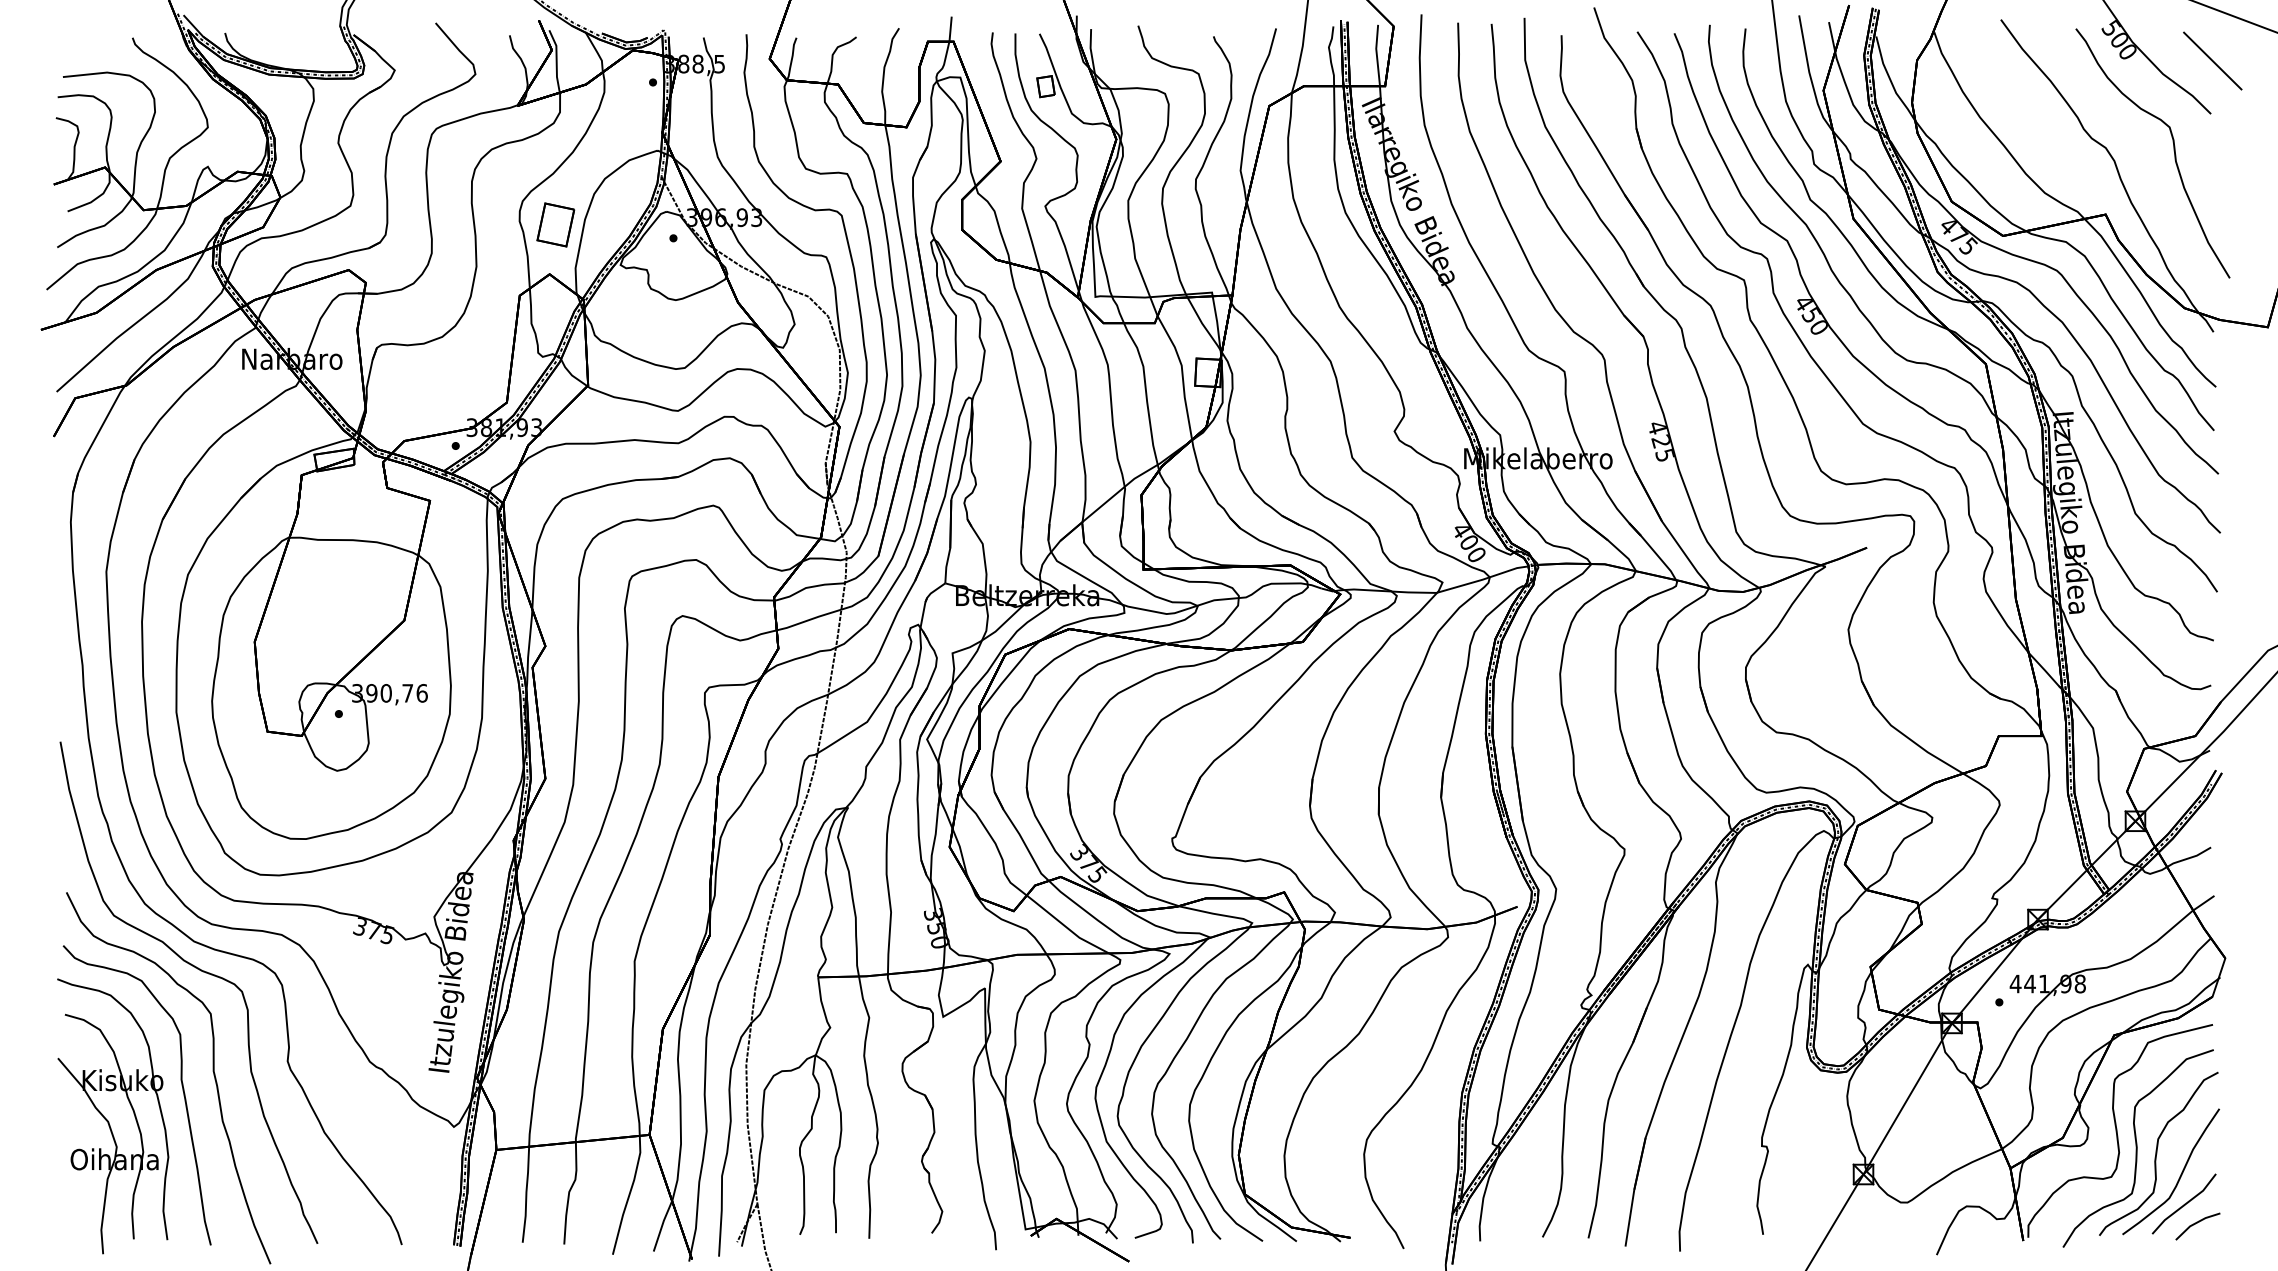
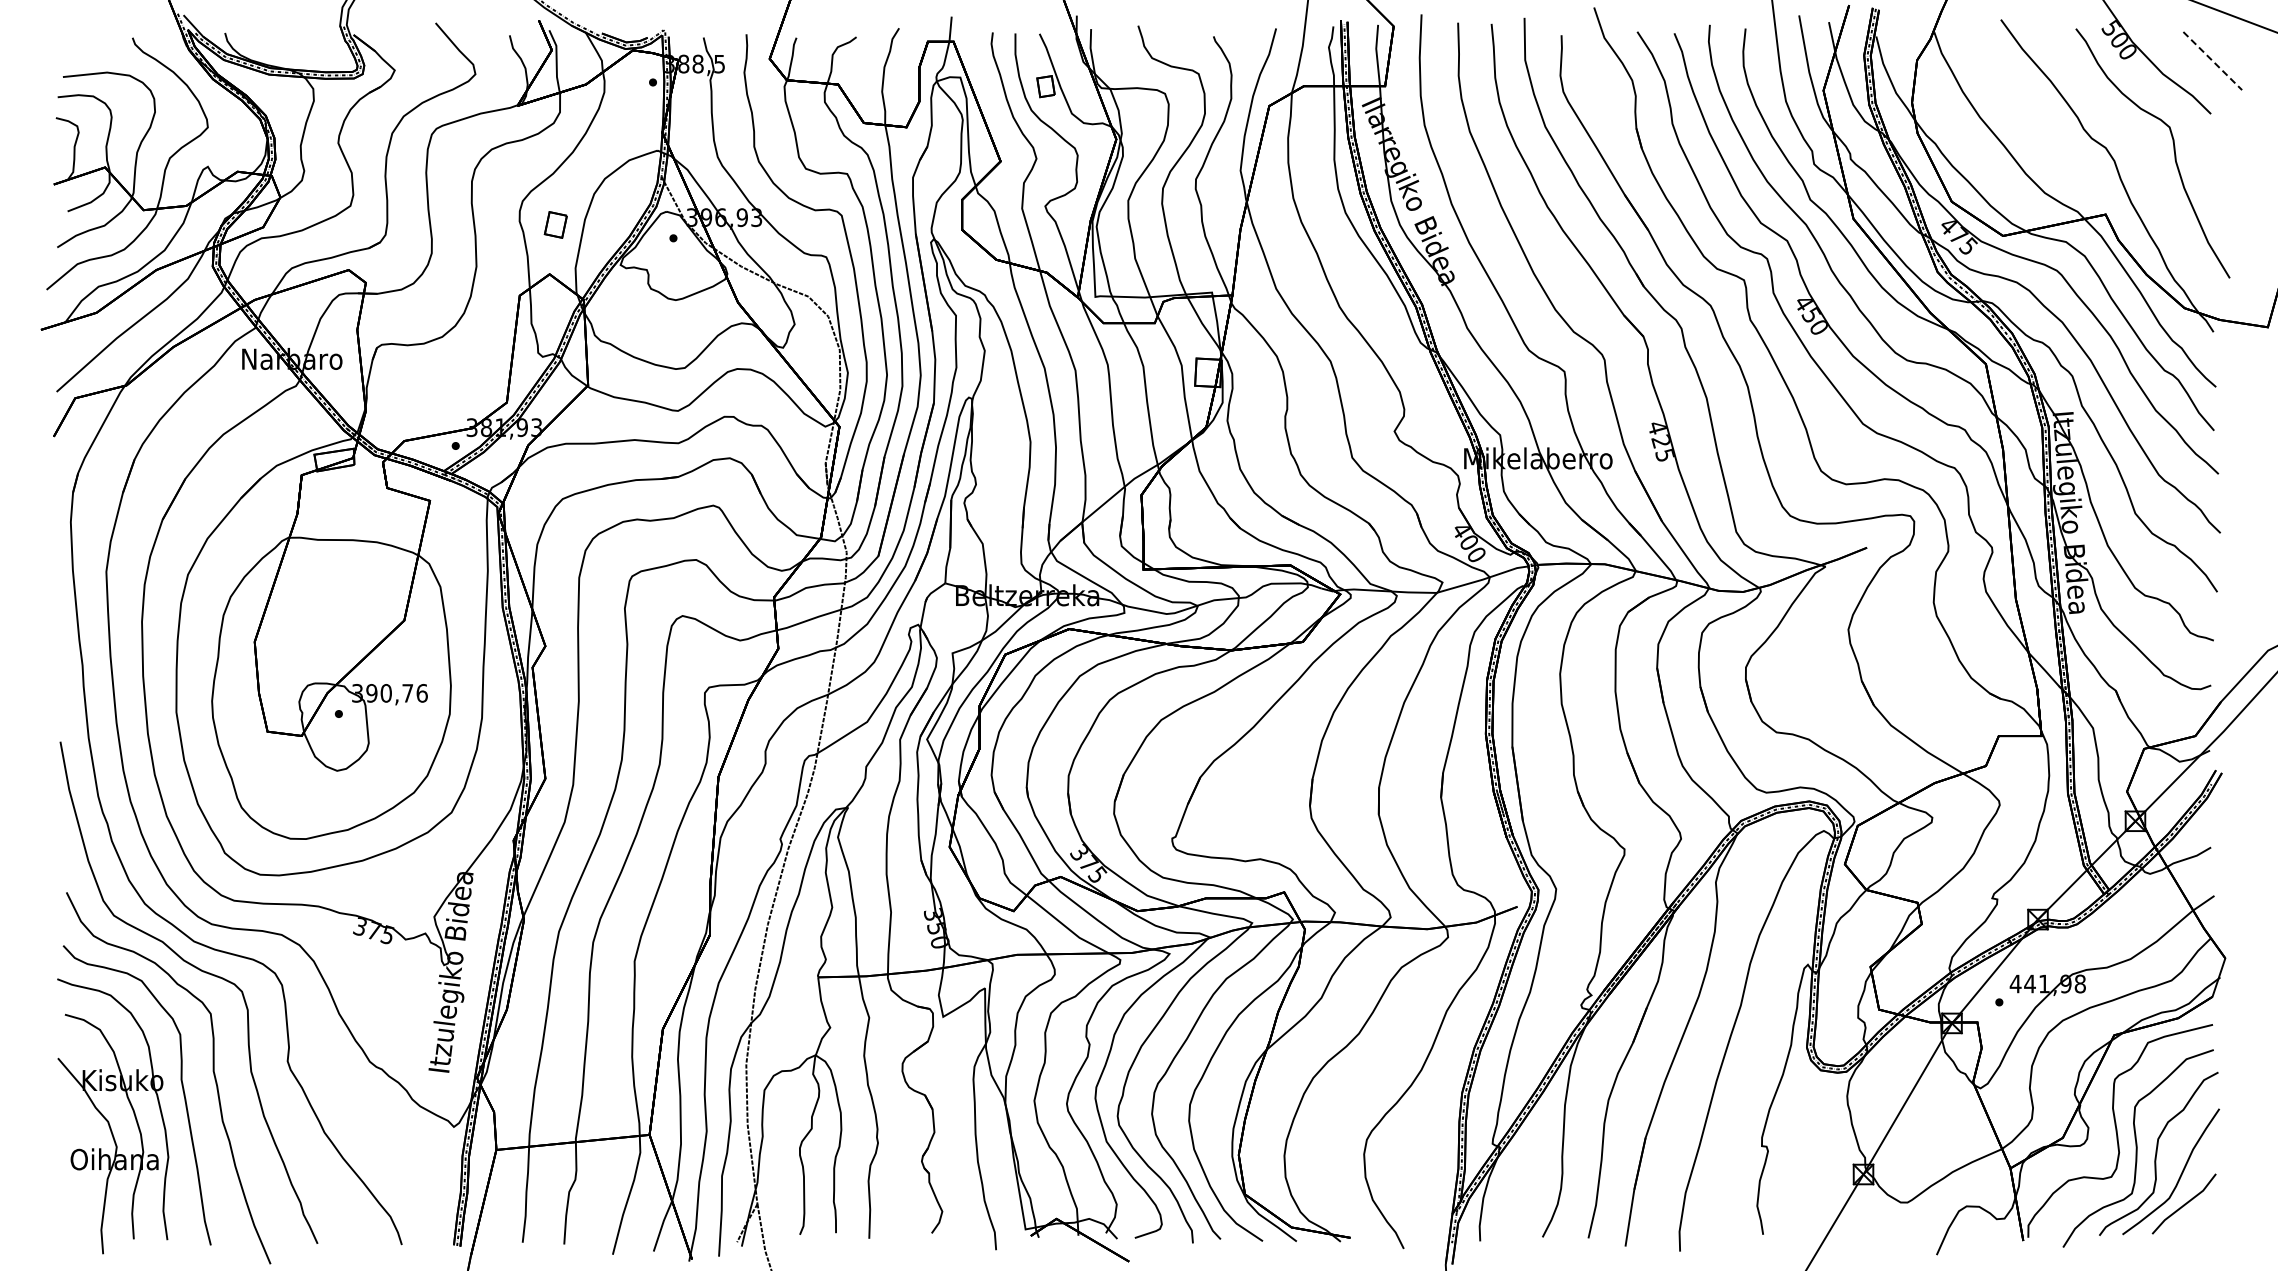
line at (2213, 61): solid -> dashed
part at (555, 224) size: 40x46 px -> 25x28 px
line at (2195, 1224): present -> none
